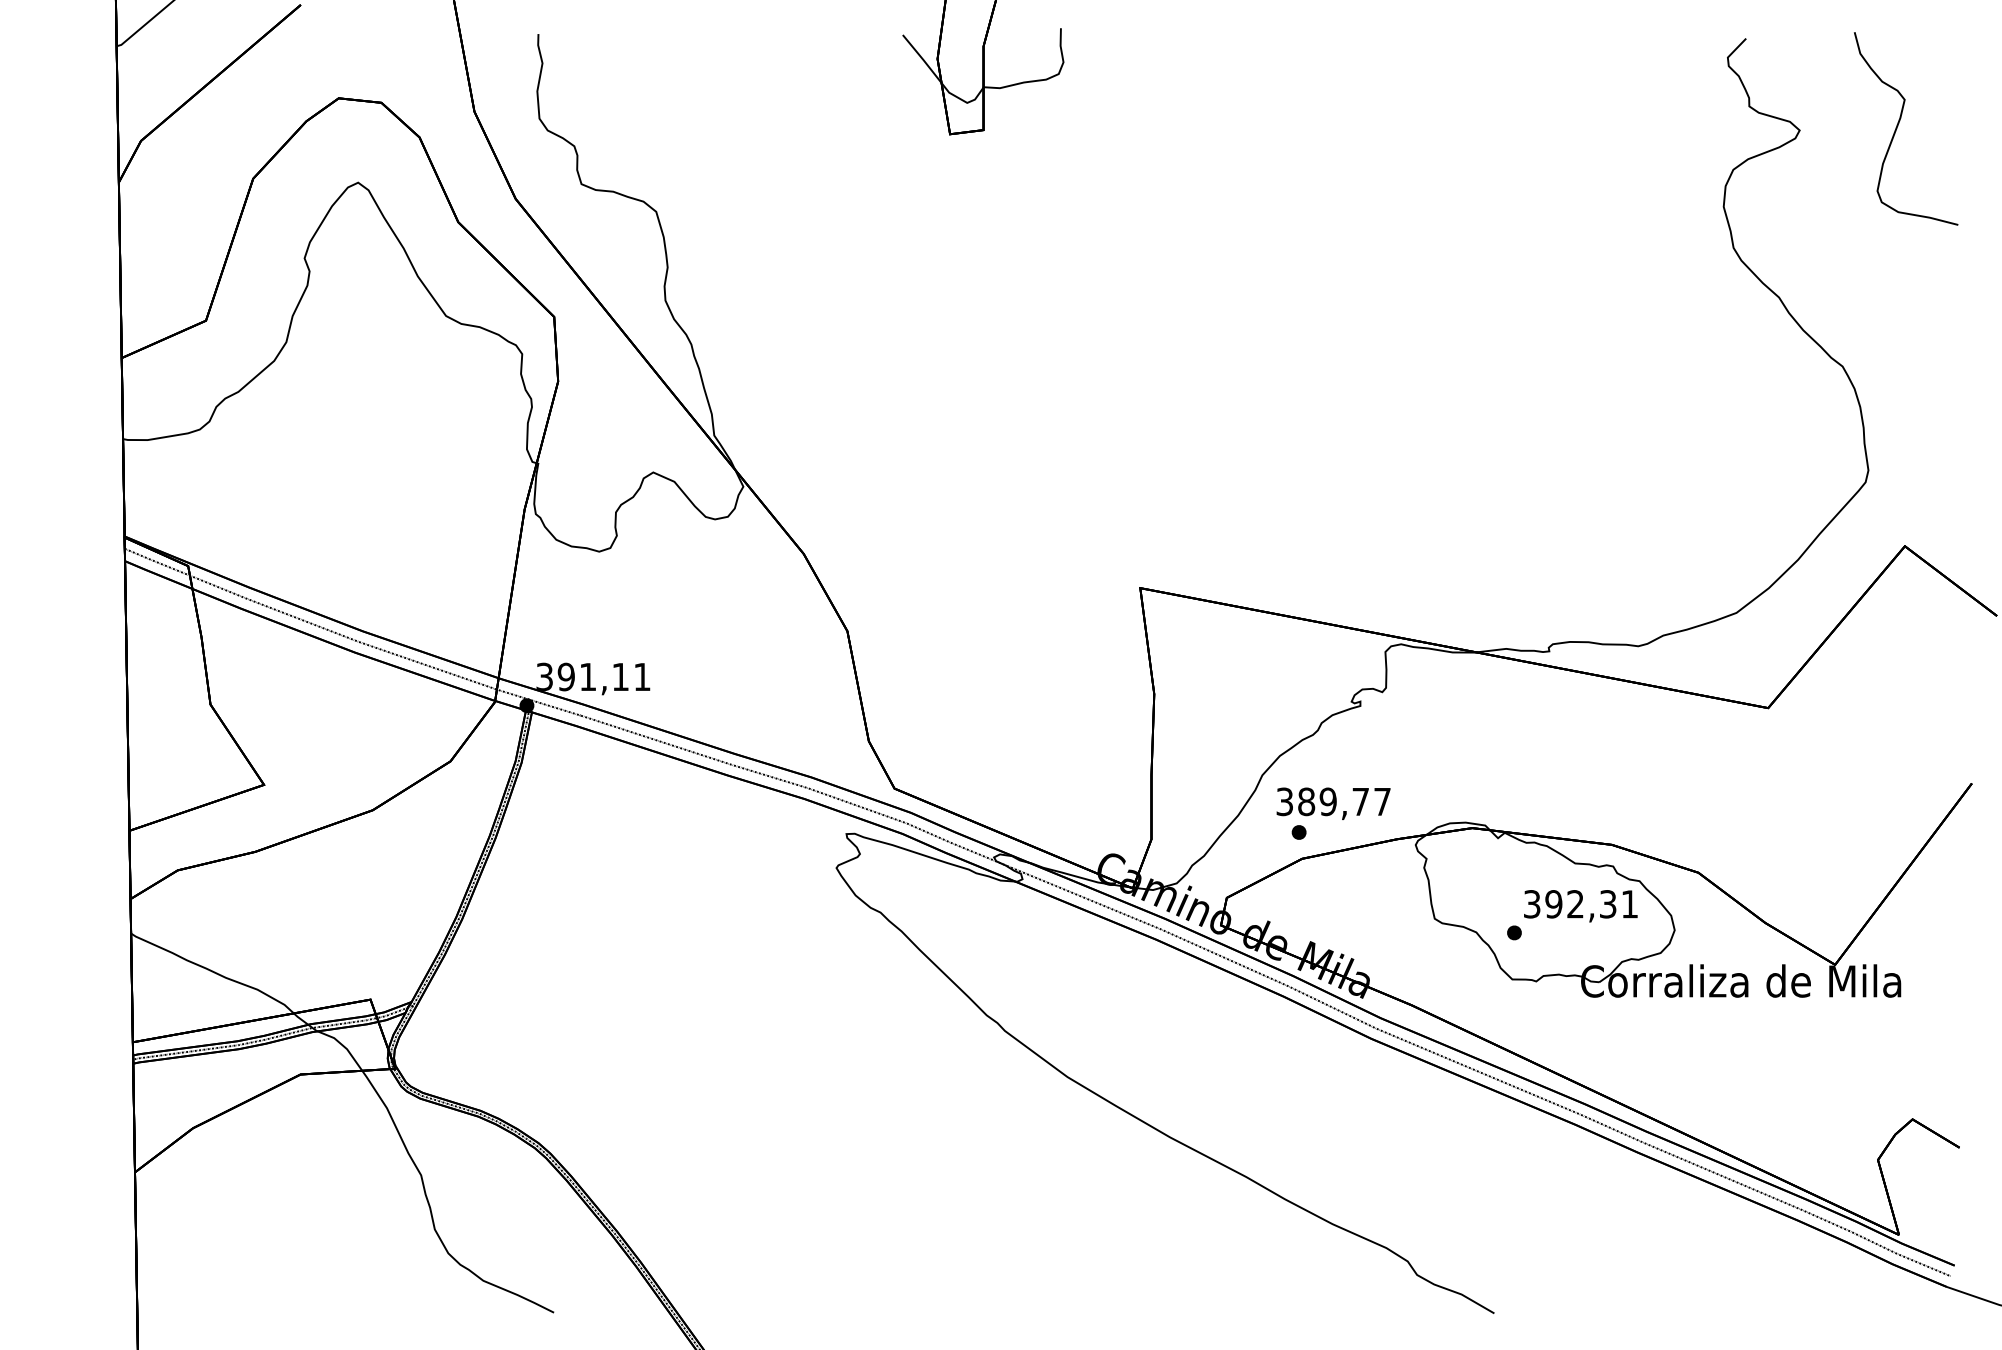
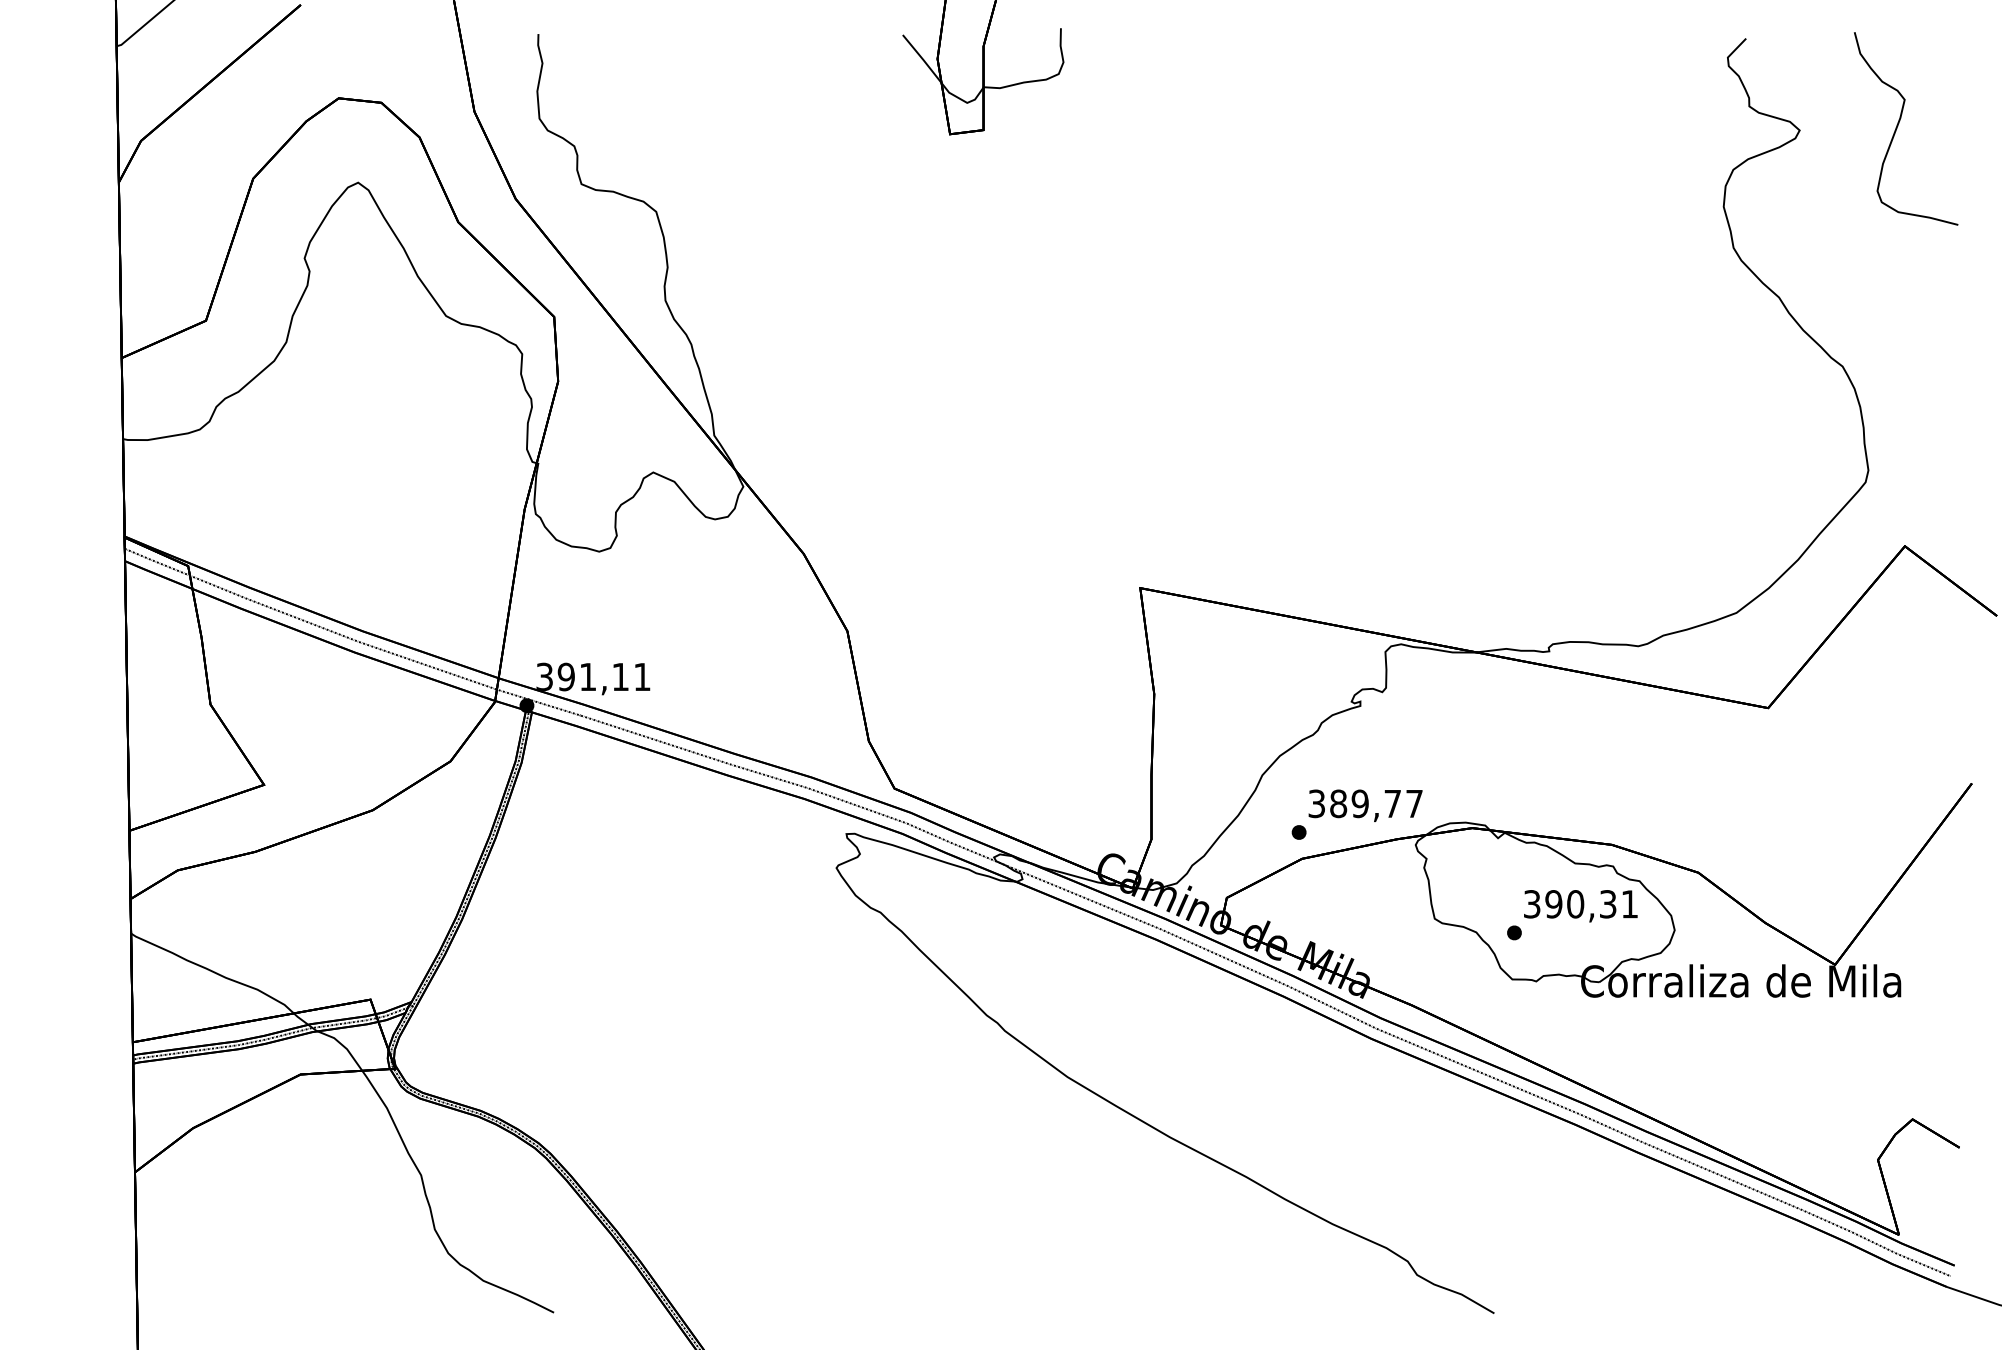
text at (1333, 803) position: (1333, 803) -> (1365, 805)
text at (1575, 904): 392,31 -> 390,31
